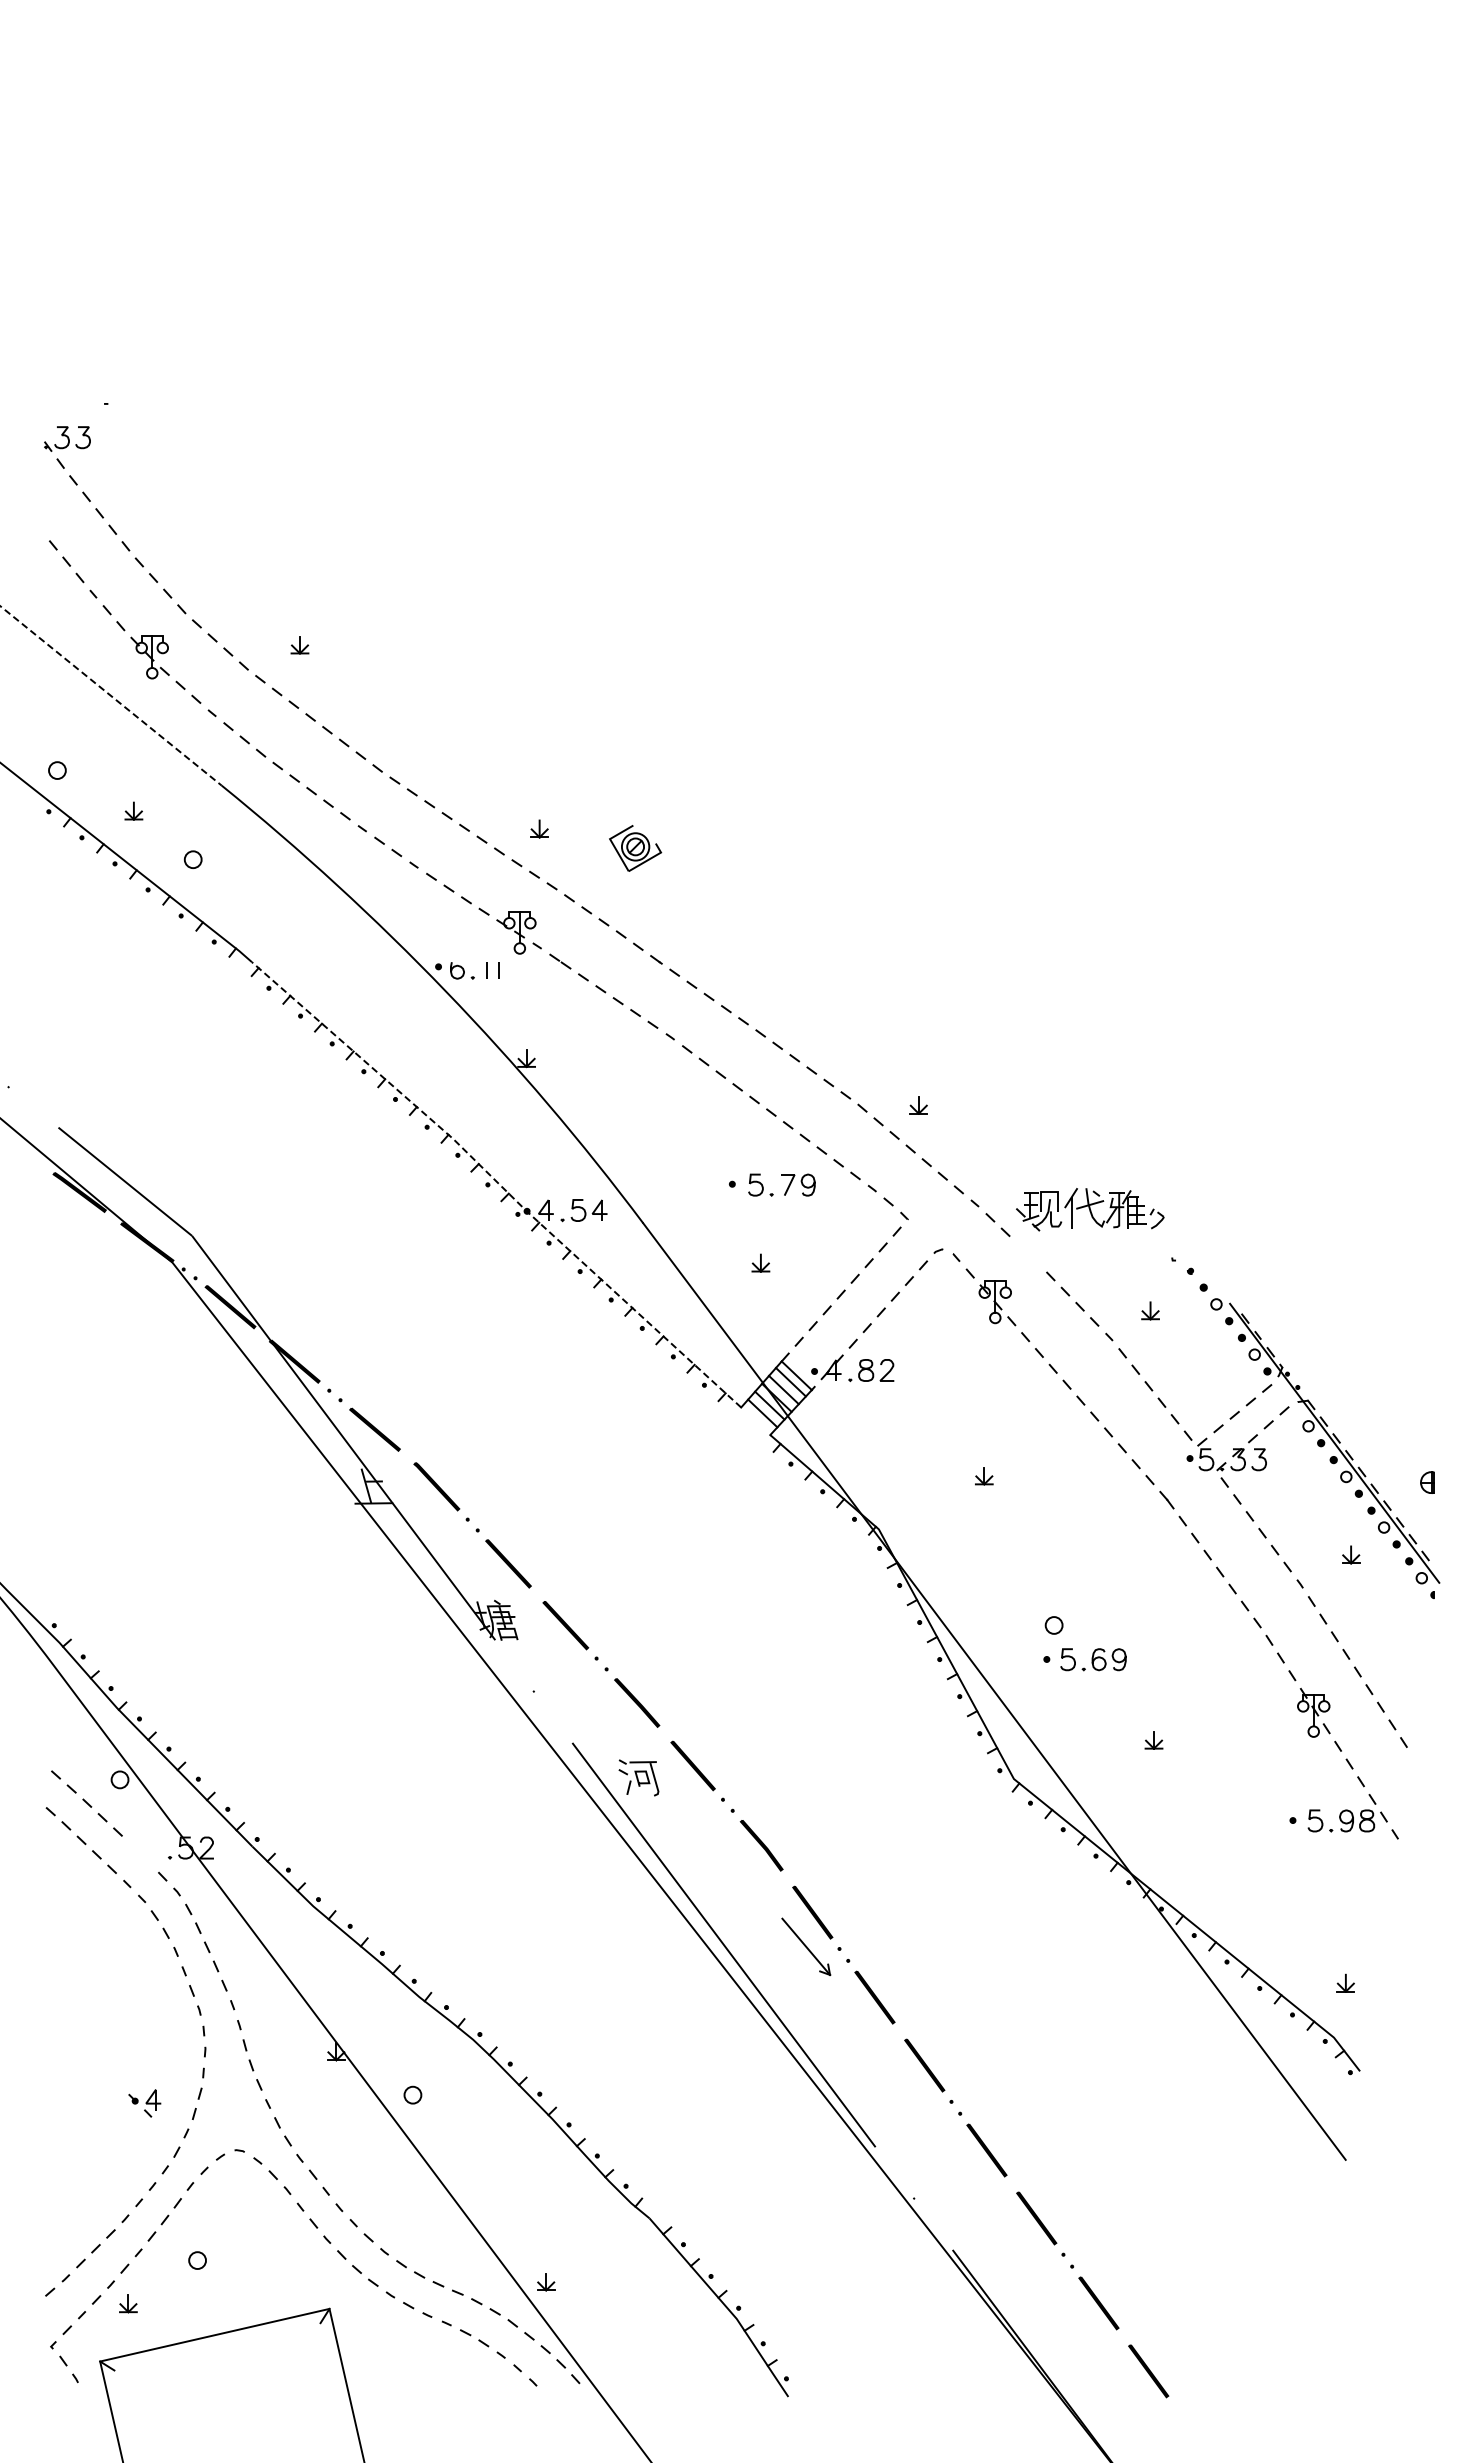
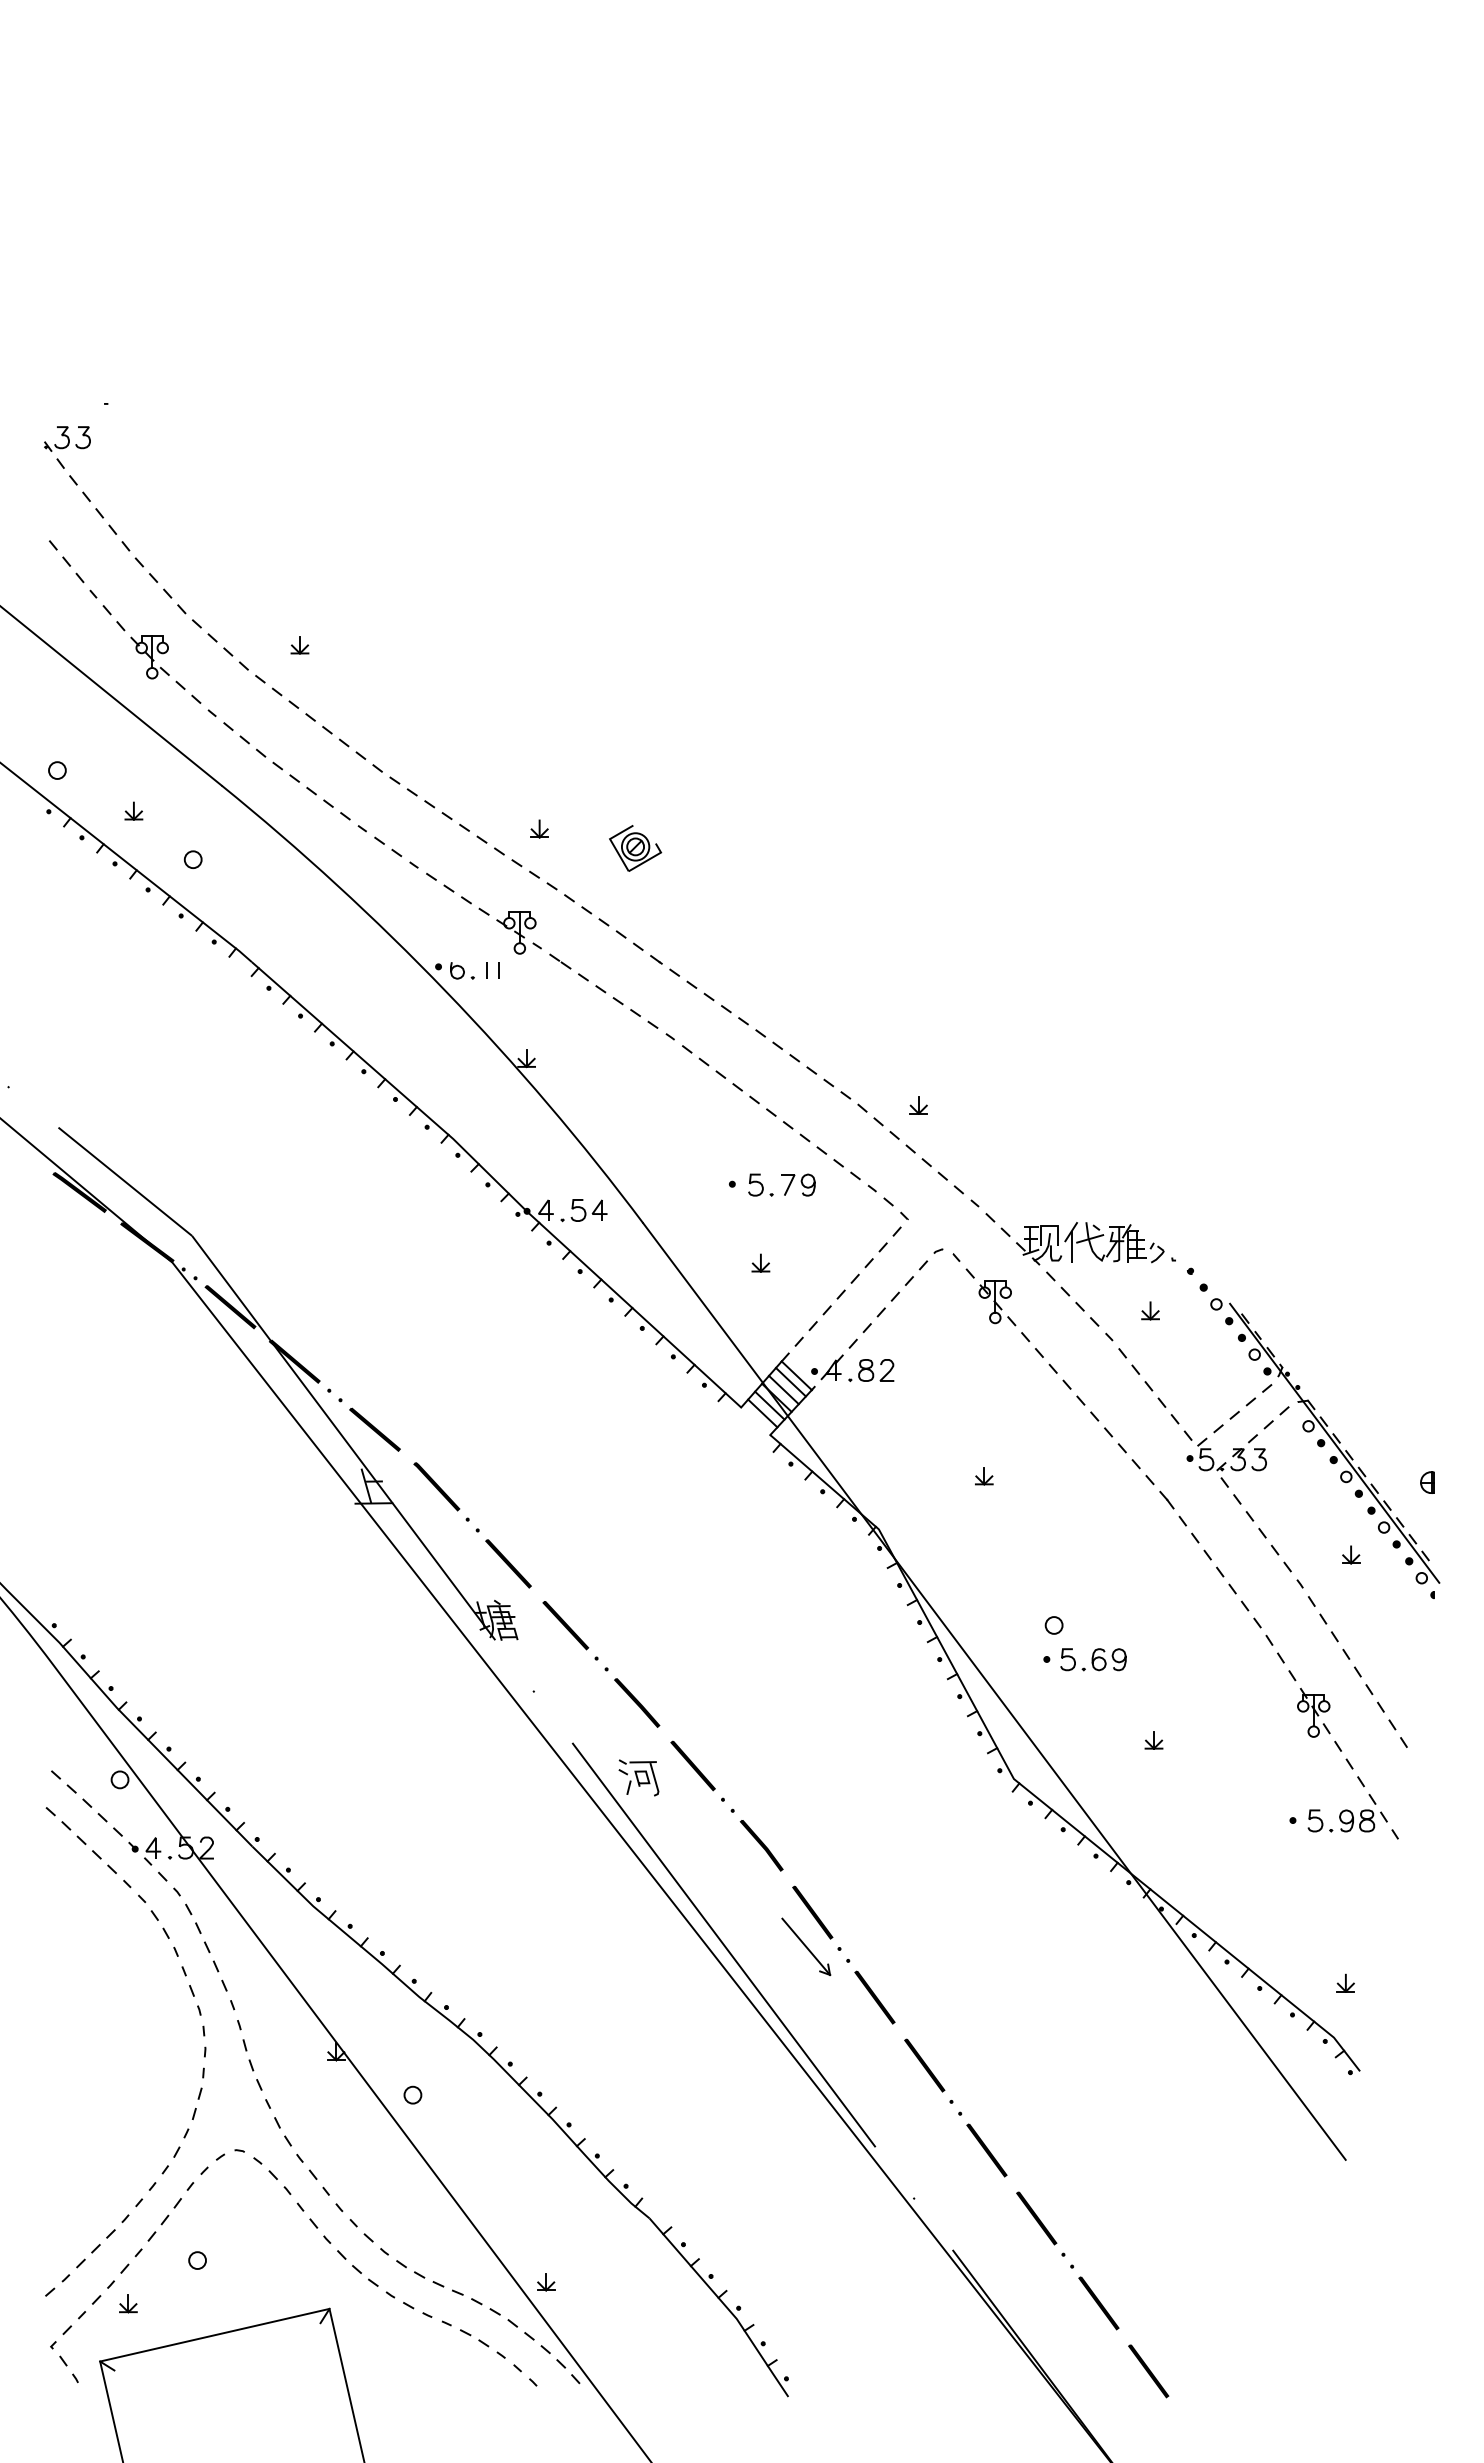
line at (111, 696): dashed -> solid
line at (498, 1183): dashed -> solid
part at (1090, 1209) position: (1090, 1209) -> (1090, 1243)
part at (144, 2103) position: (144, 2103) -> (144, 1851)
